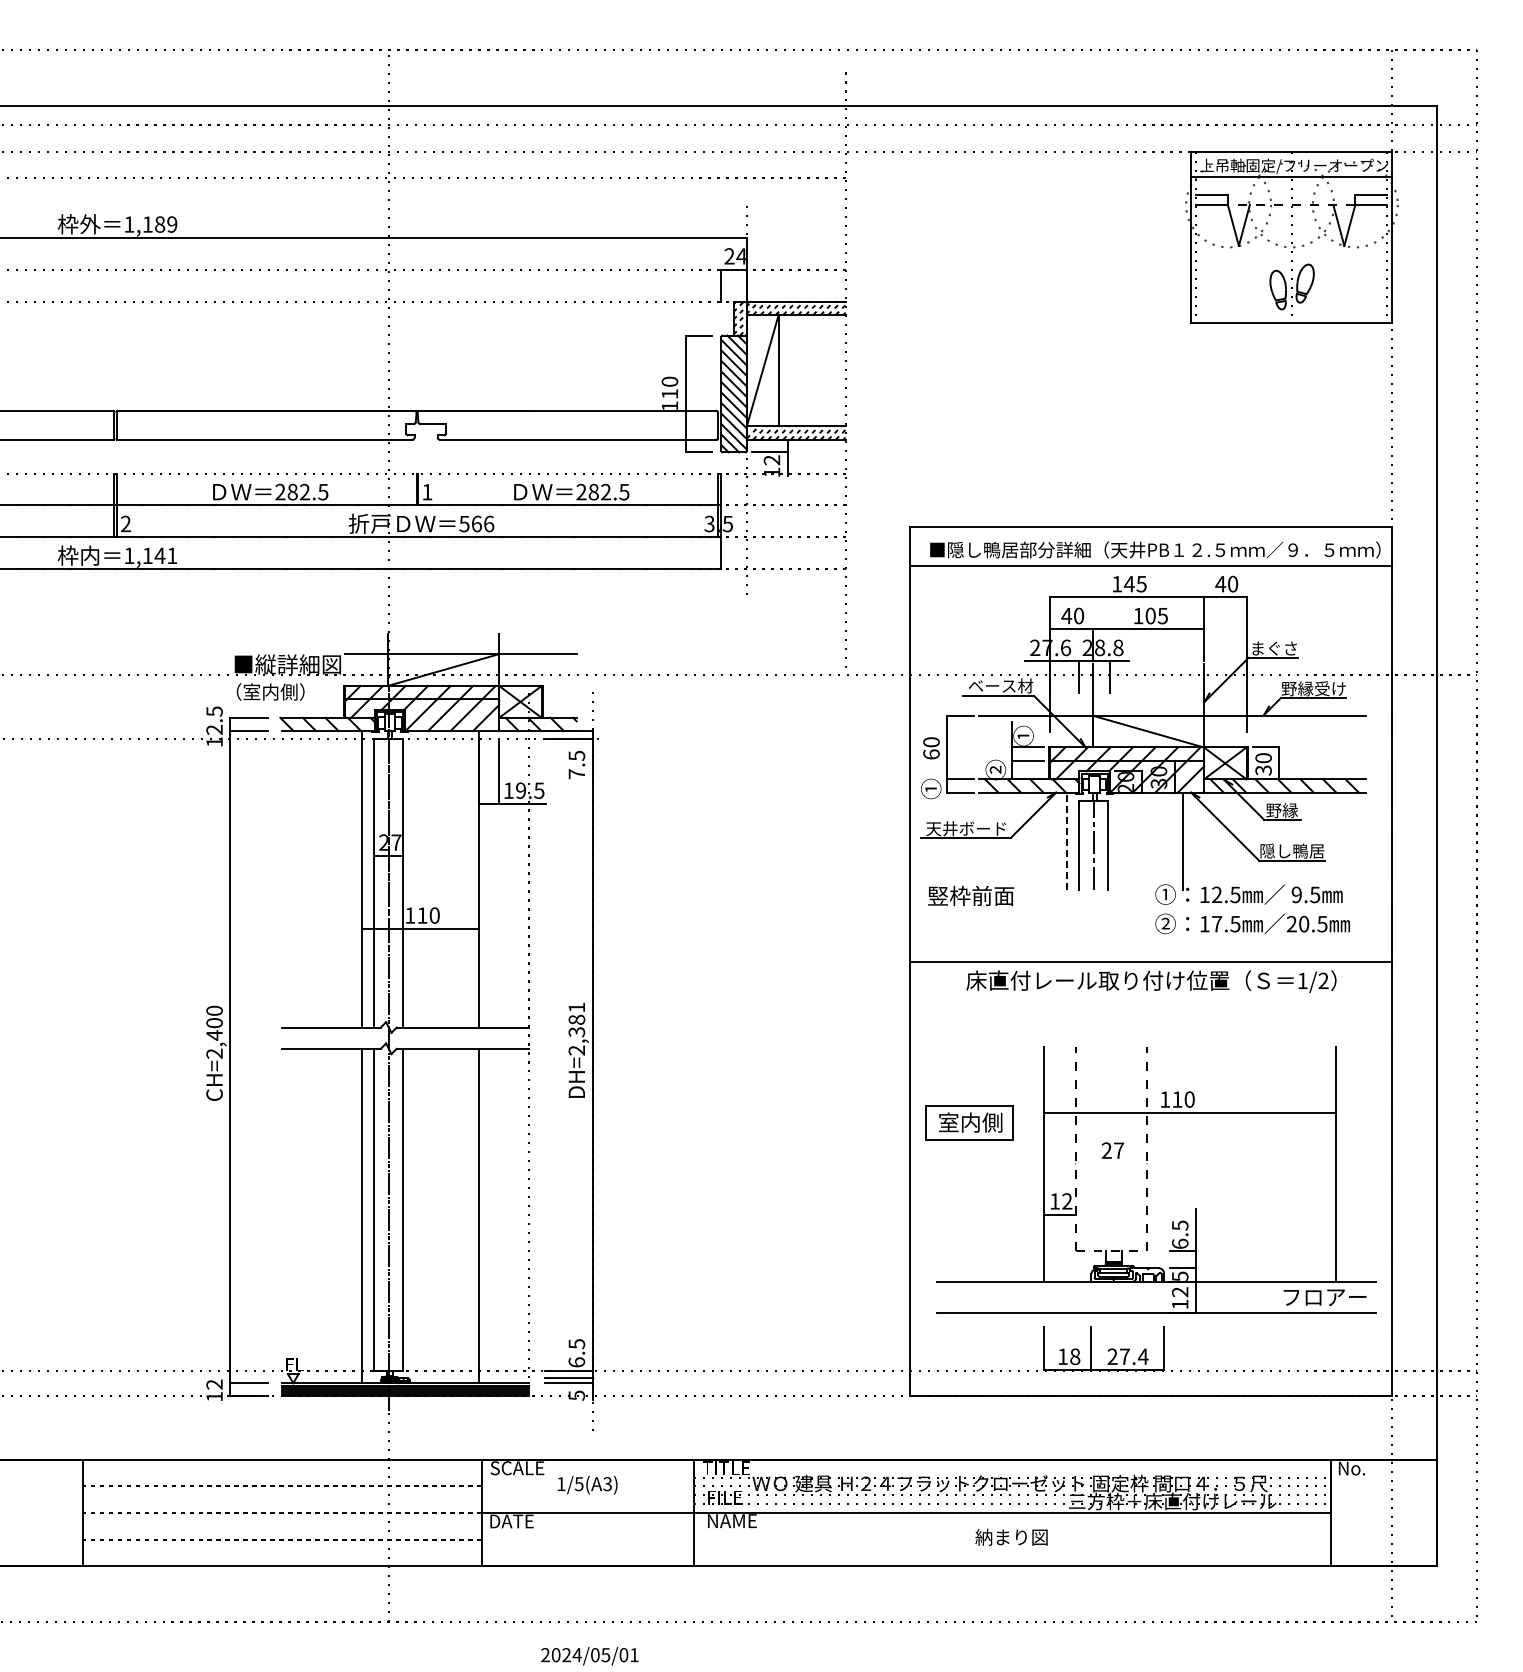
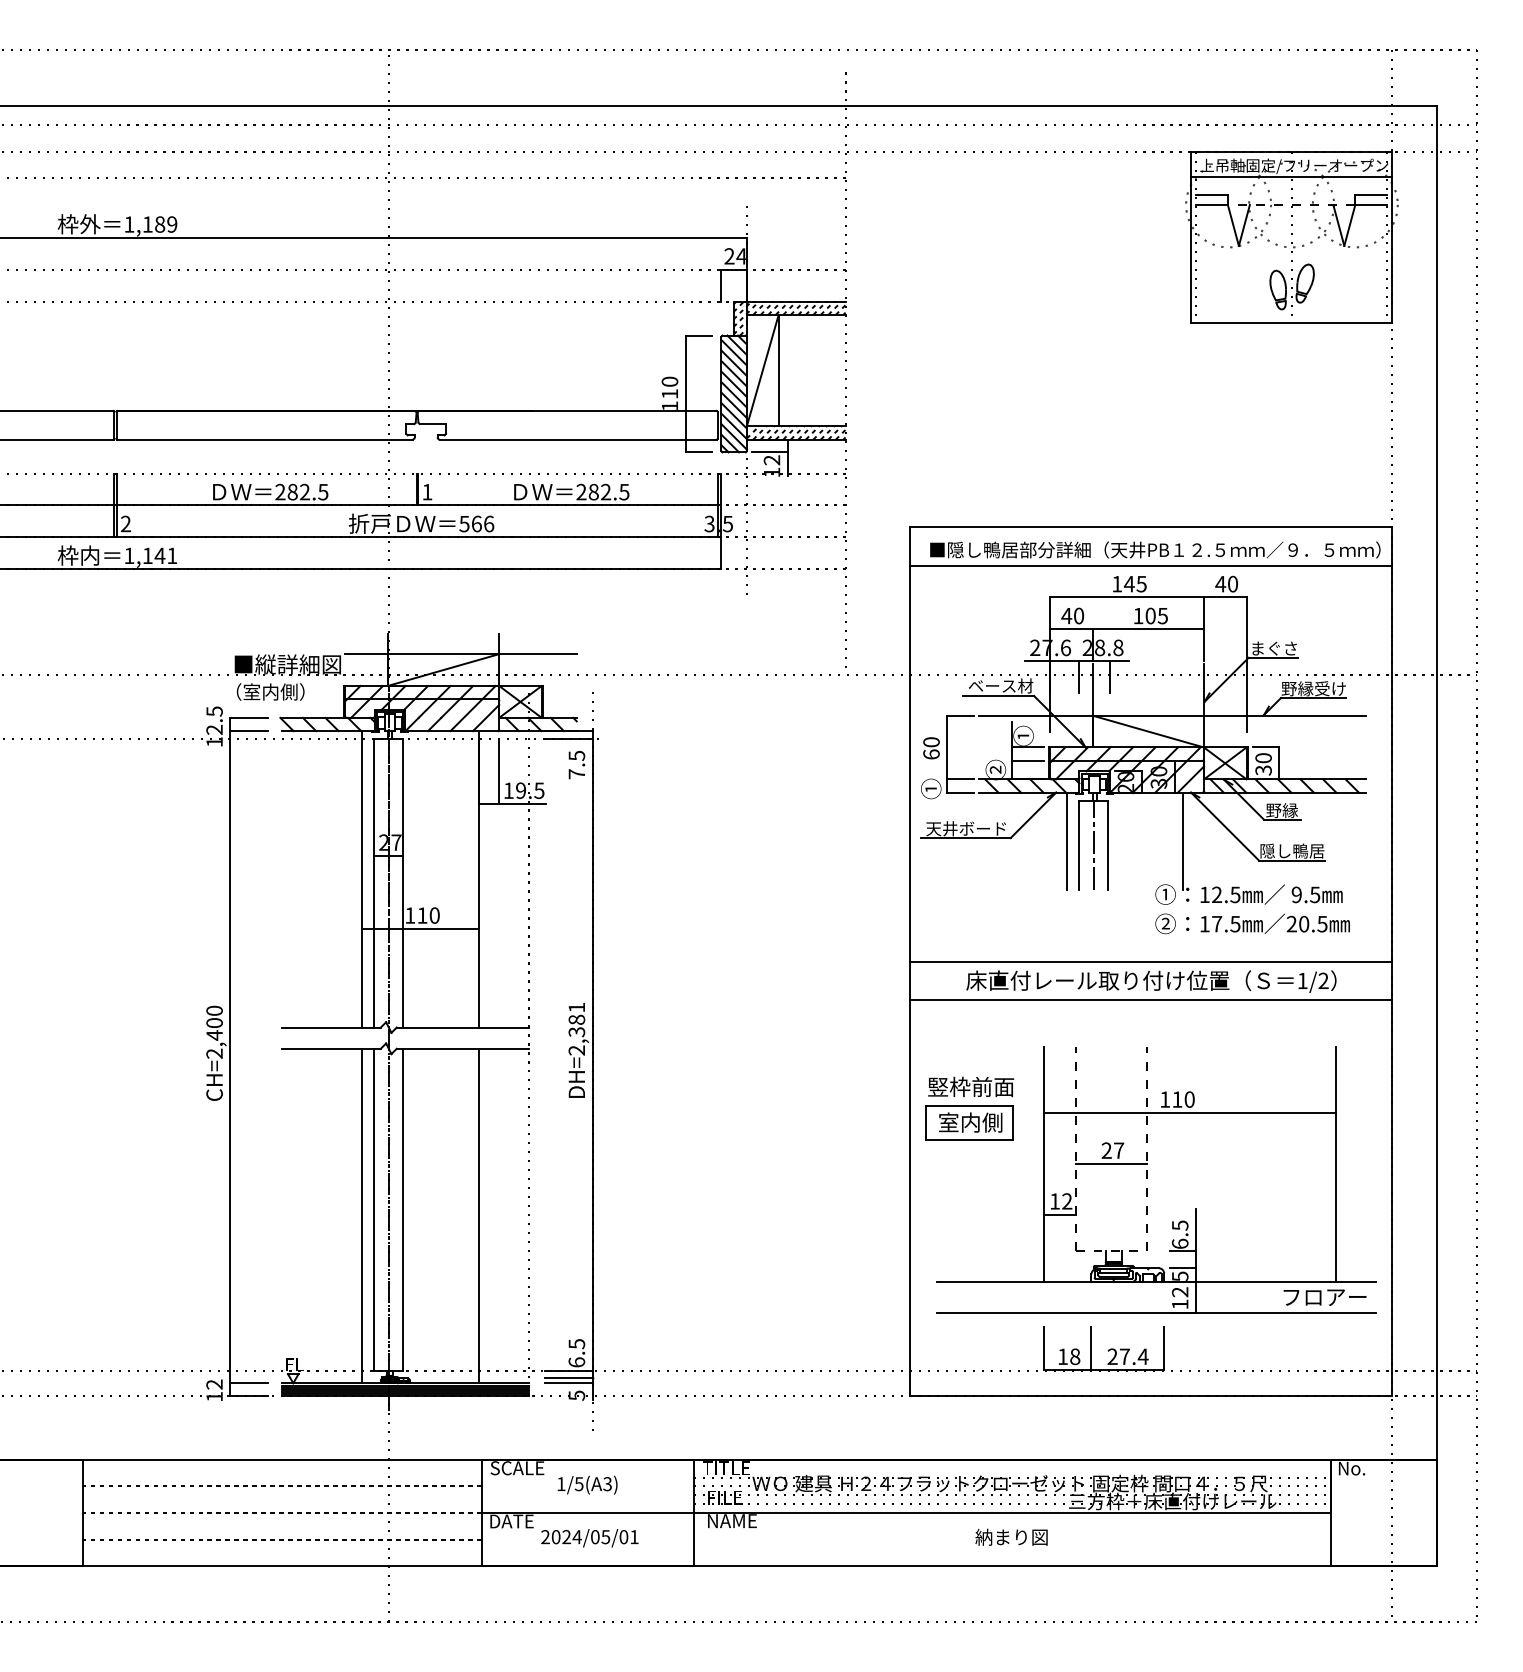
line at (1066, 840): dashed -> solid
text at (971, 895) position: (971, 895) -> (971, 1086)
line at (1151, 1000): none -> present
line at (1111, 1164): none -> present
text at (589, 1656) position: (589, 1656) -> (589, 1538)
